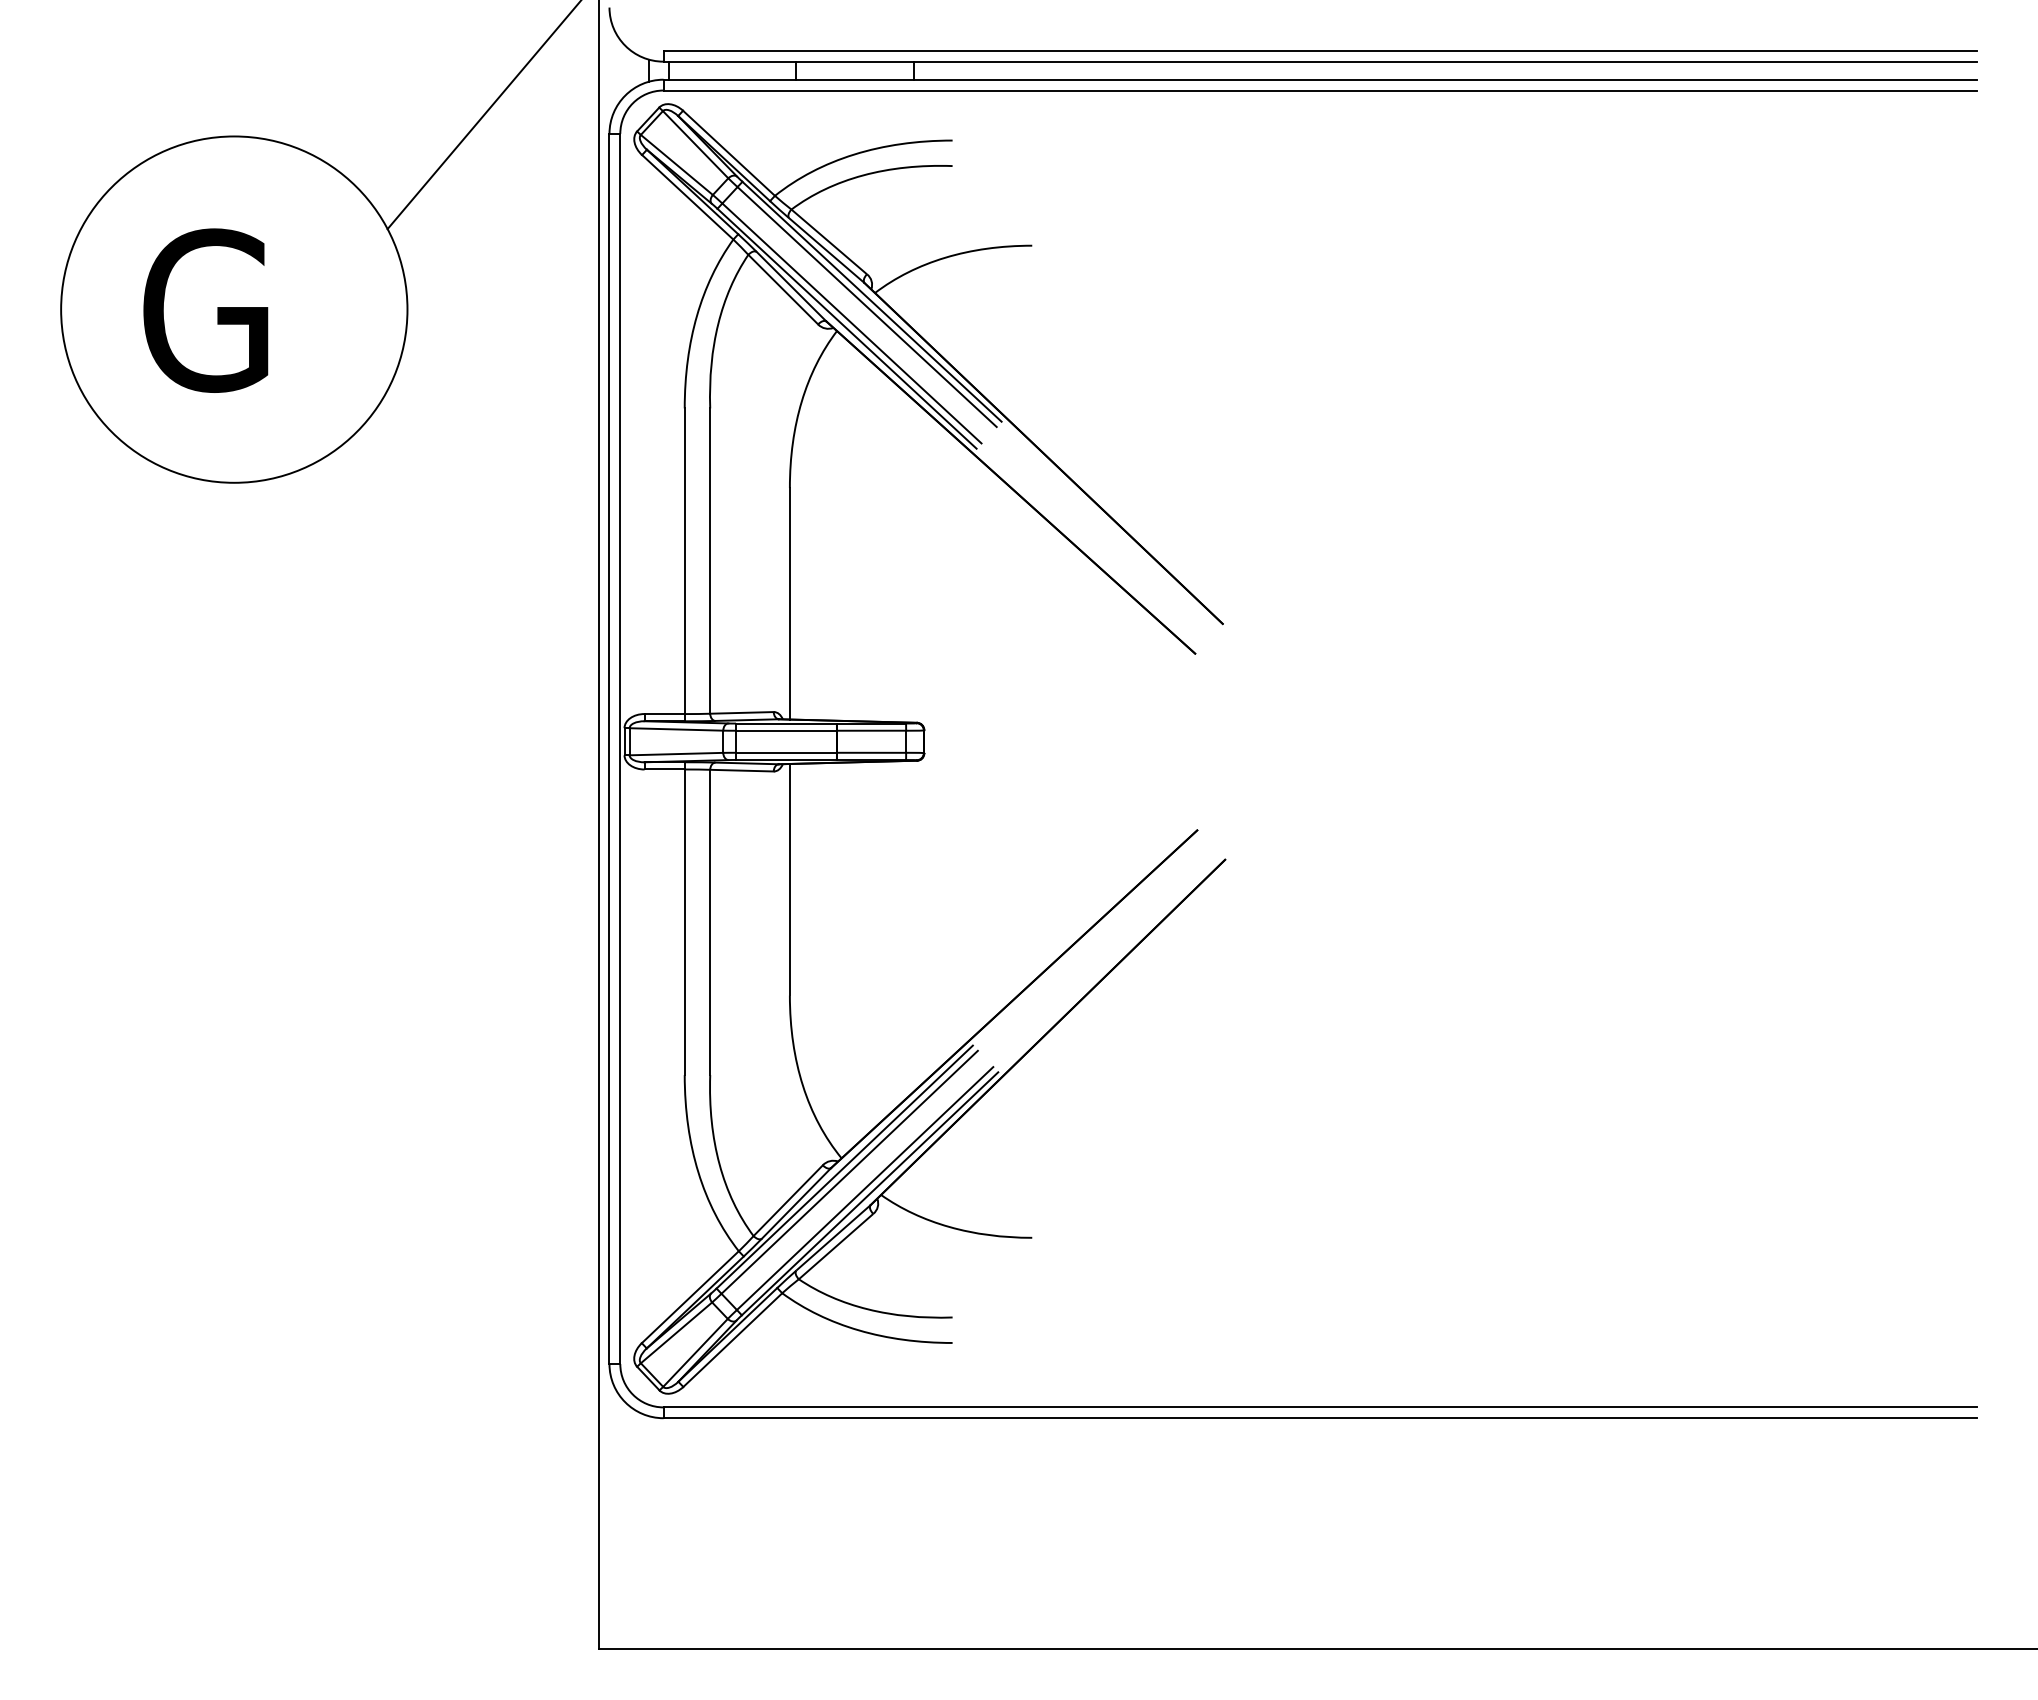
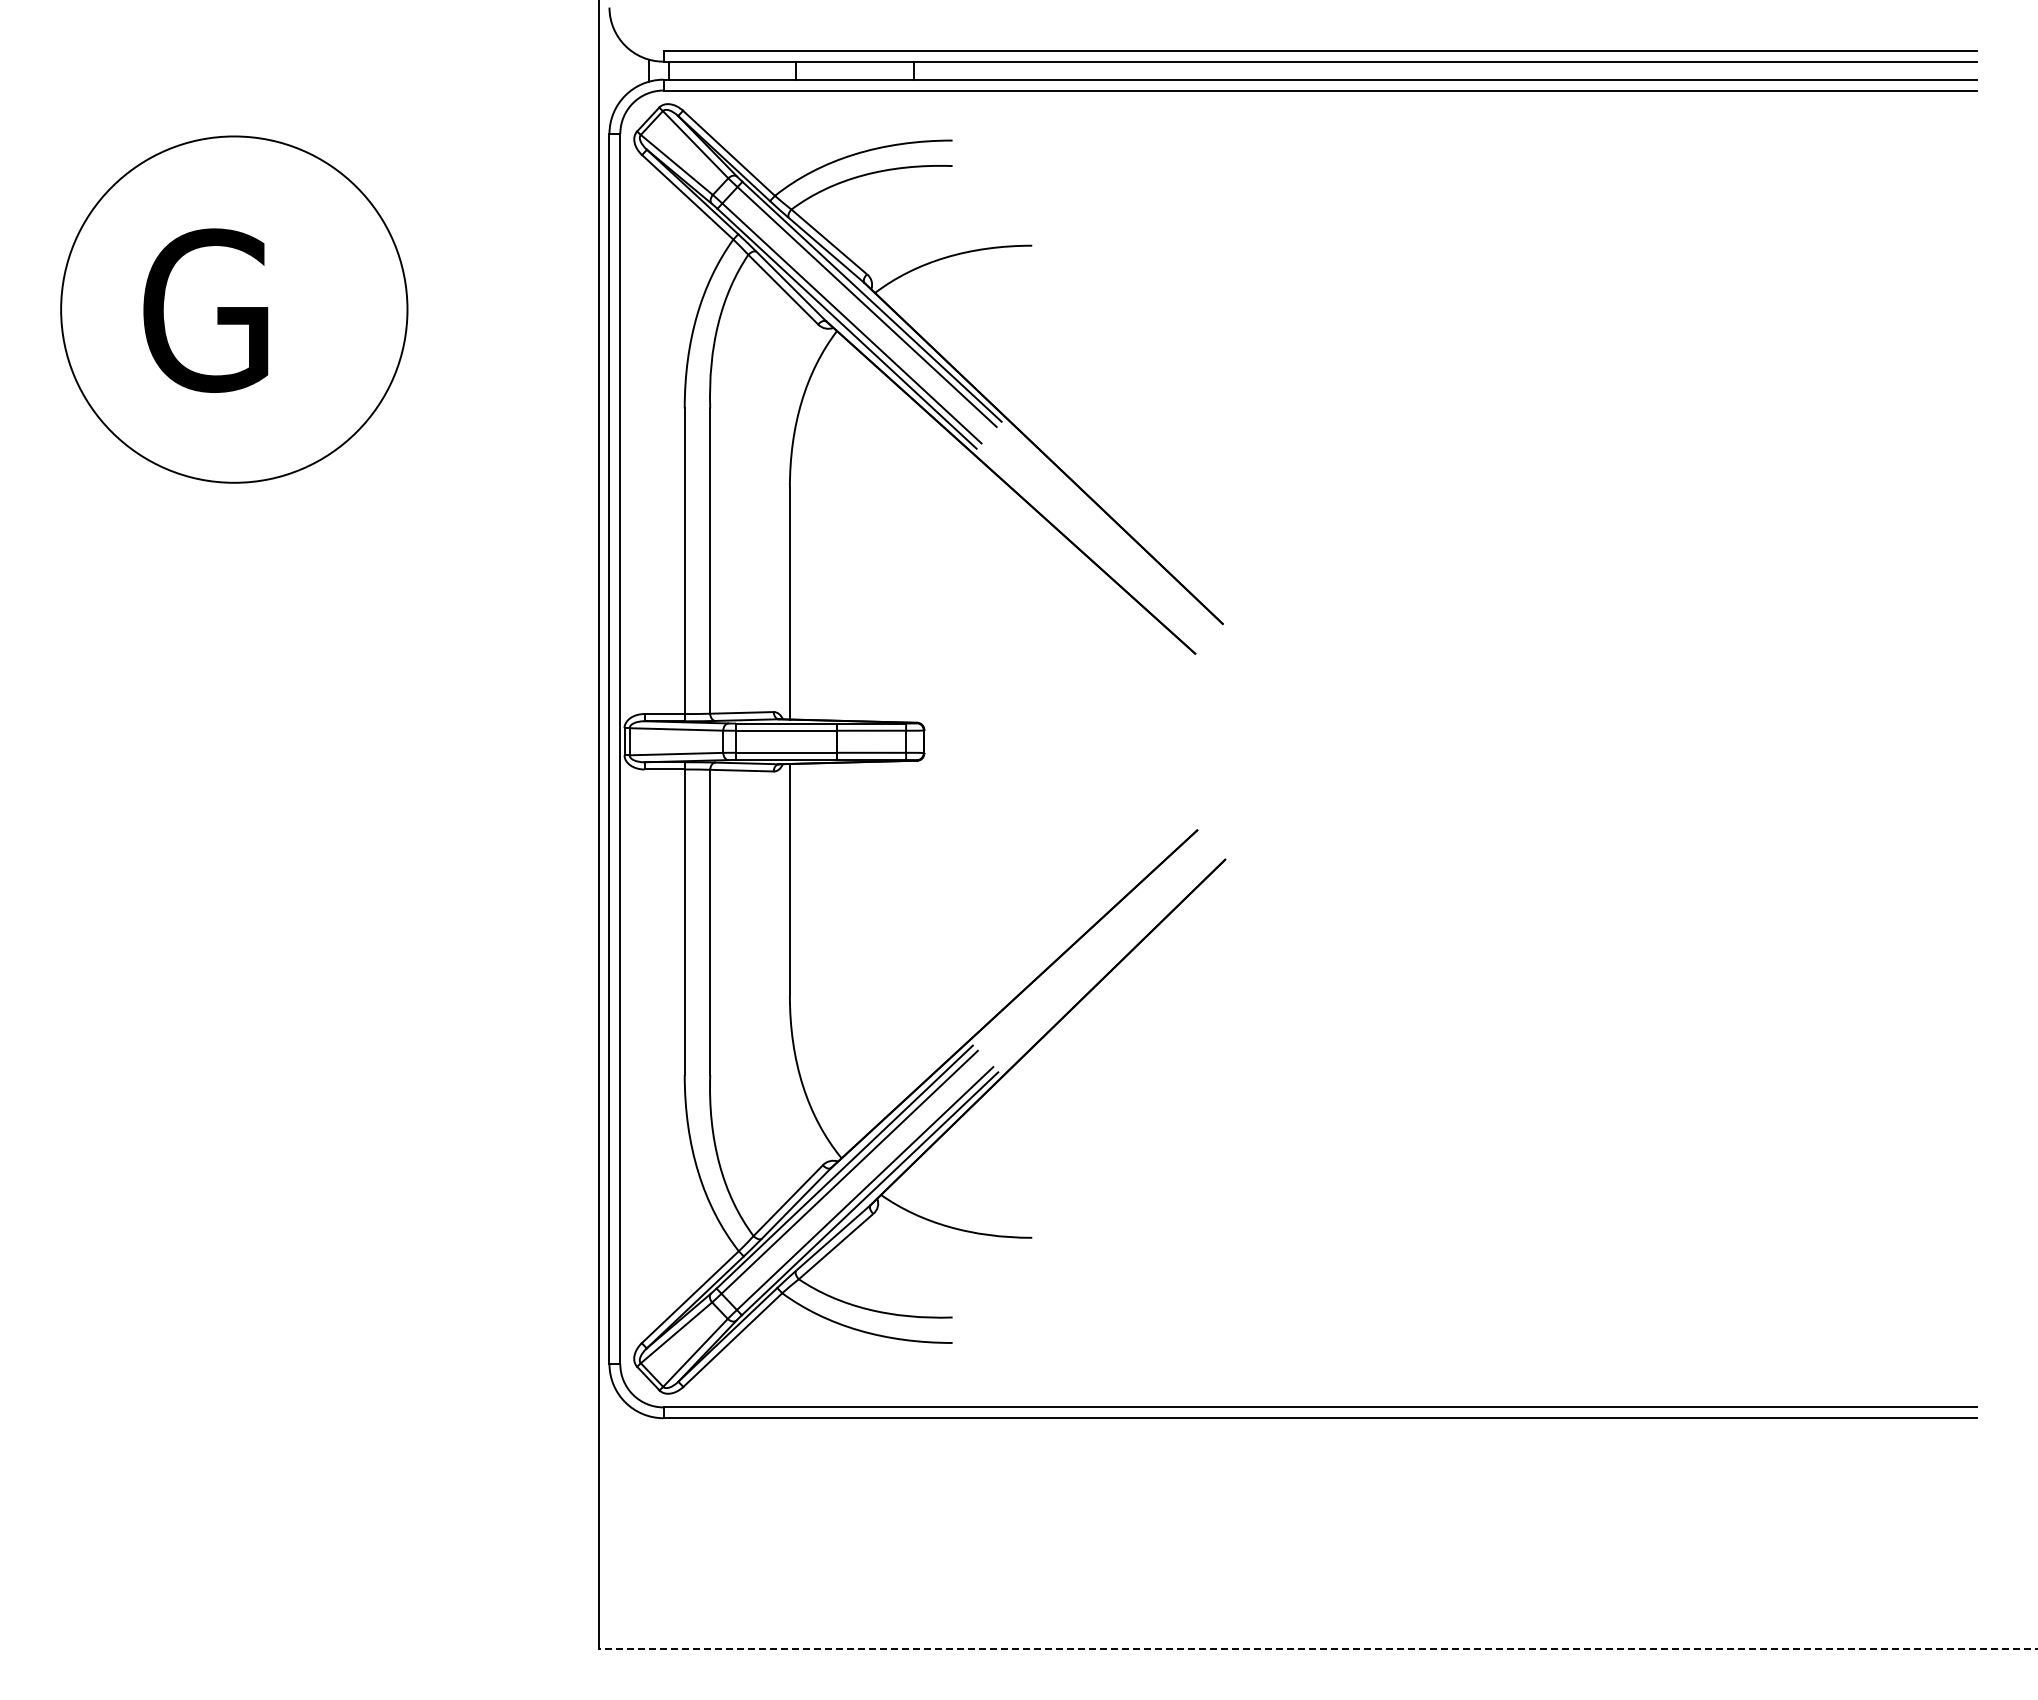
line at (483, 115): present -> none
line at (1318, 1649): solid -> dashed
